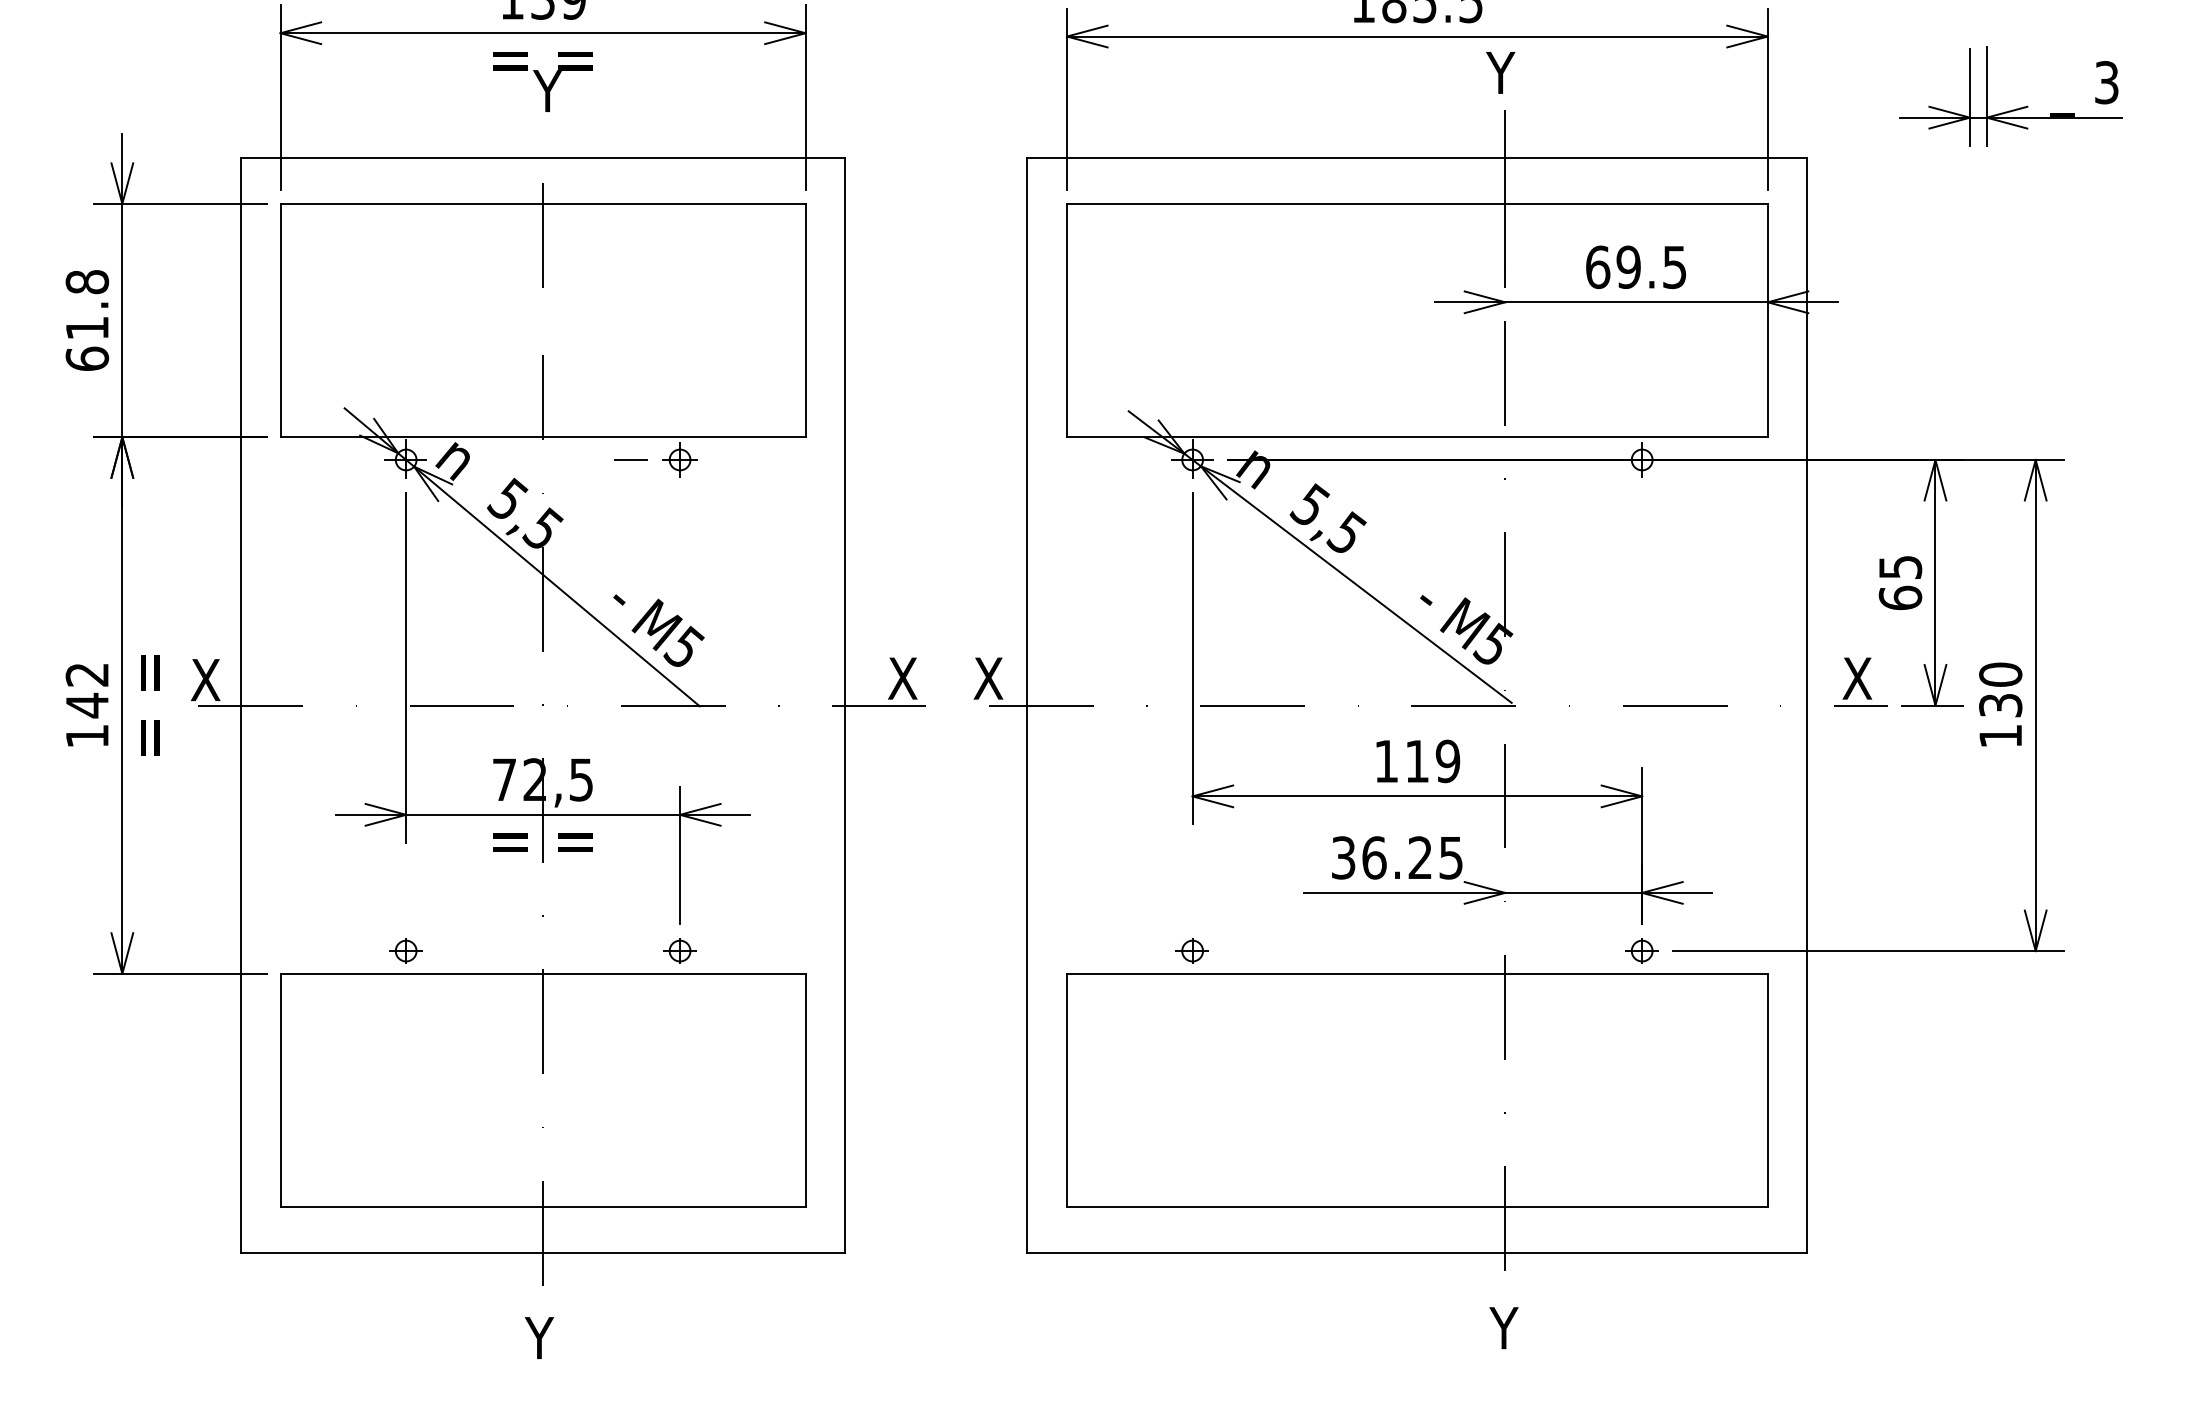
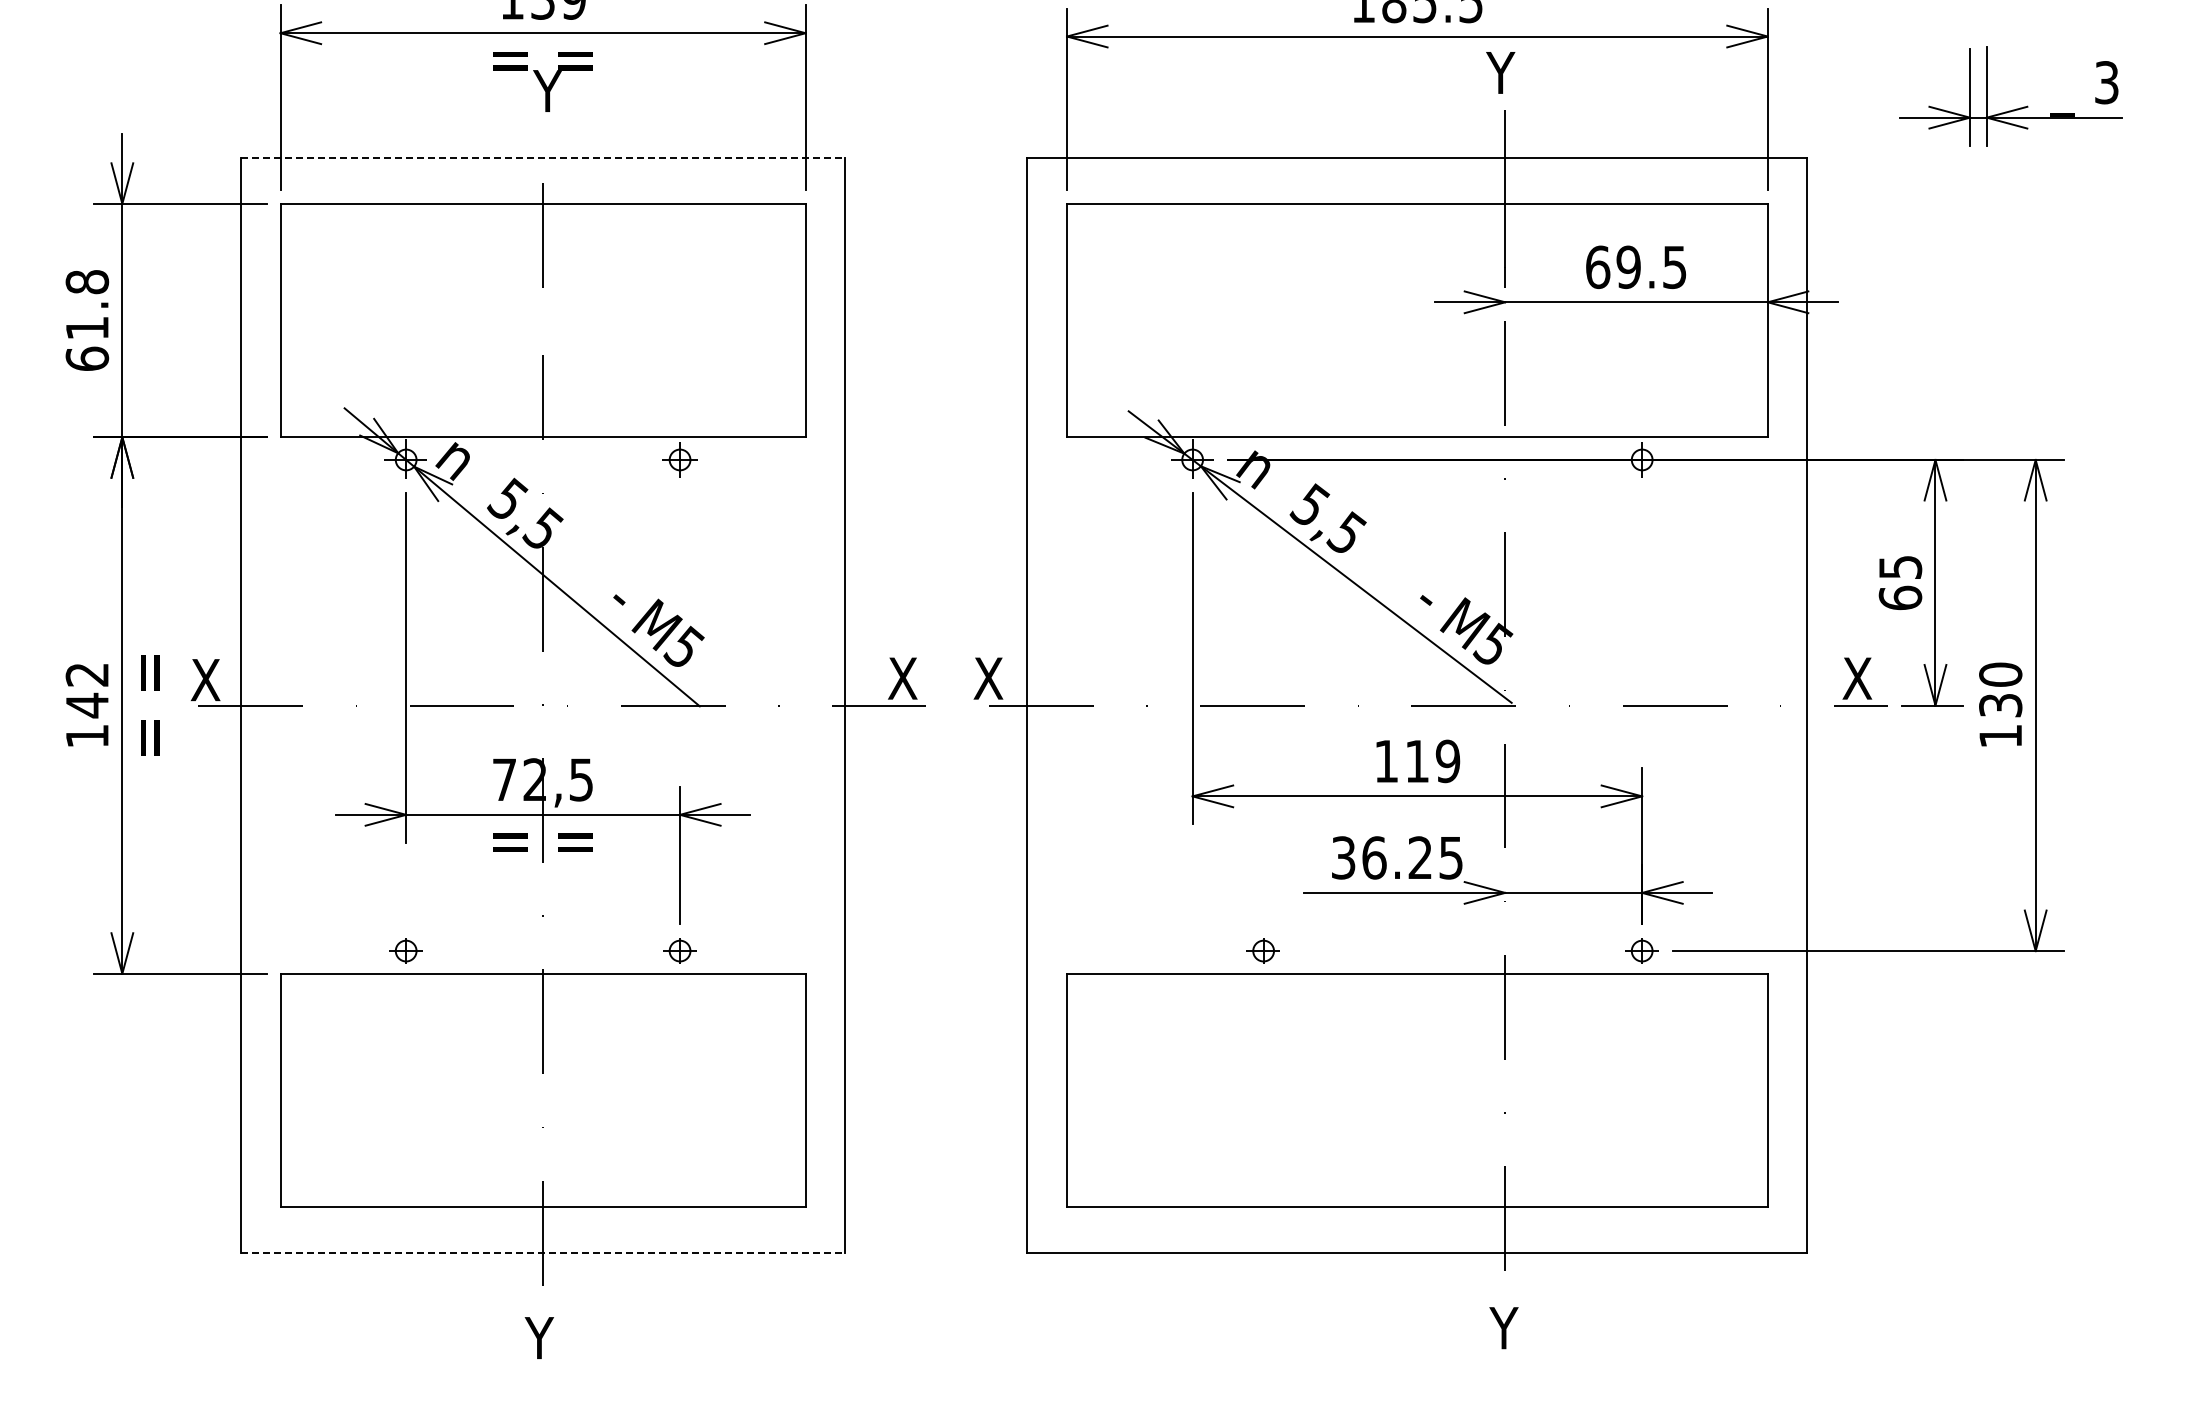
line at (543, 157): solid -> dashed
line at (630, 459): present -> none
part at (1191, 950) position: (1191, 950) -> (1262, 950)
line at (543, 1253): solid -> dashed
